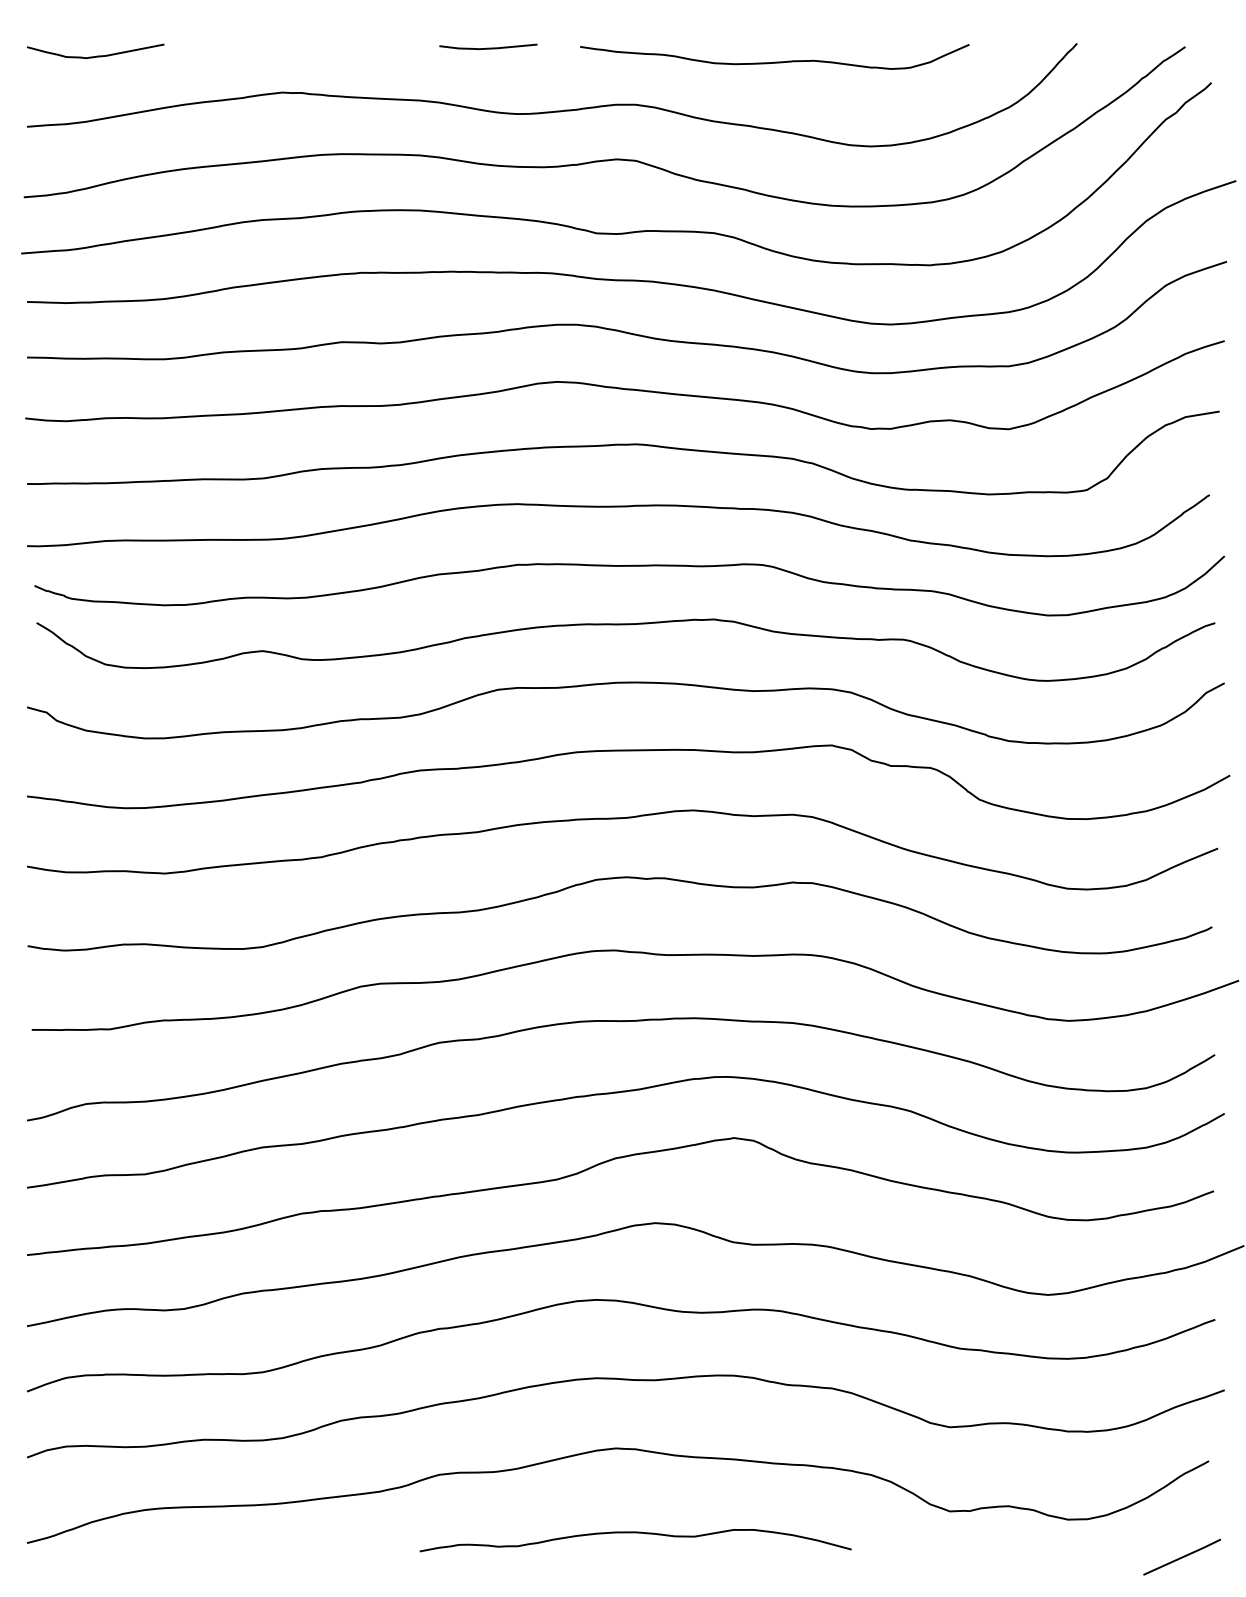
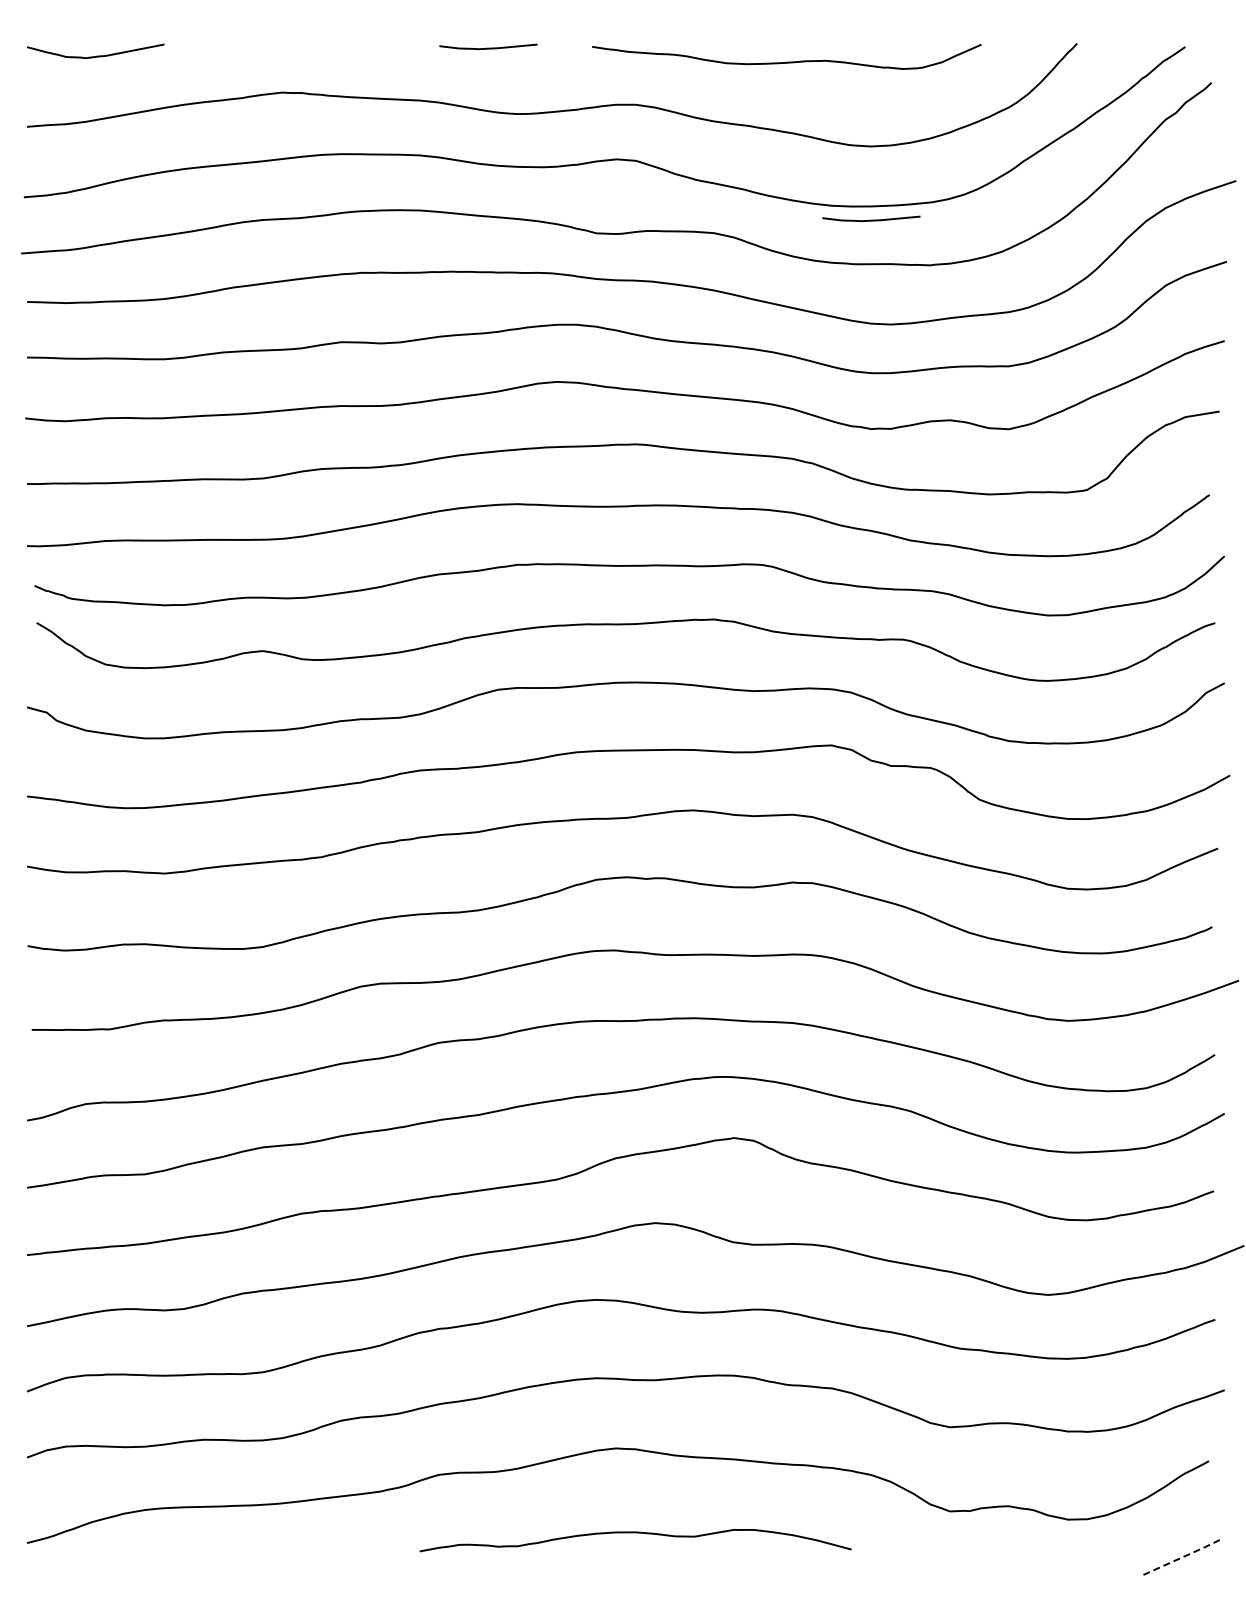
curve at (774, 61) position: (774, 61) -> (786, 61)
curve at (871, 219): none -> present
line at (1183, 1556): solid -> dashed
